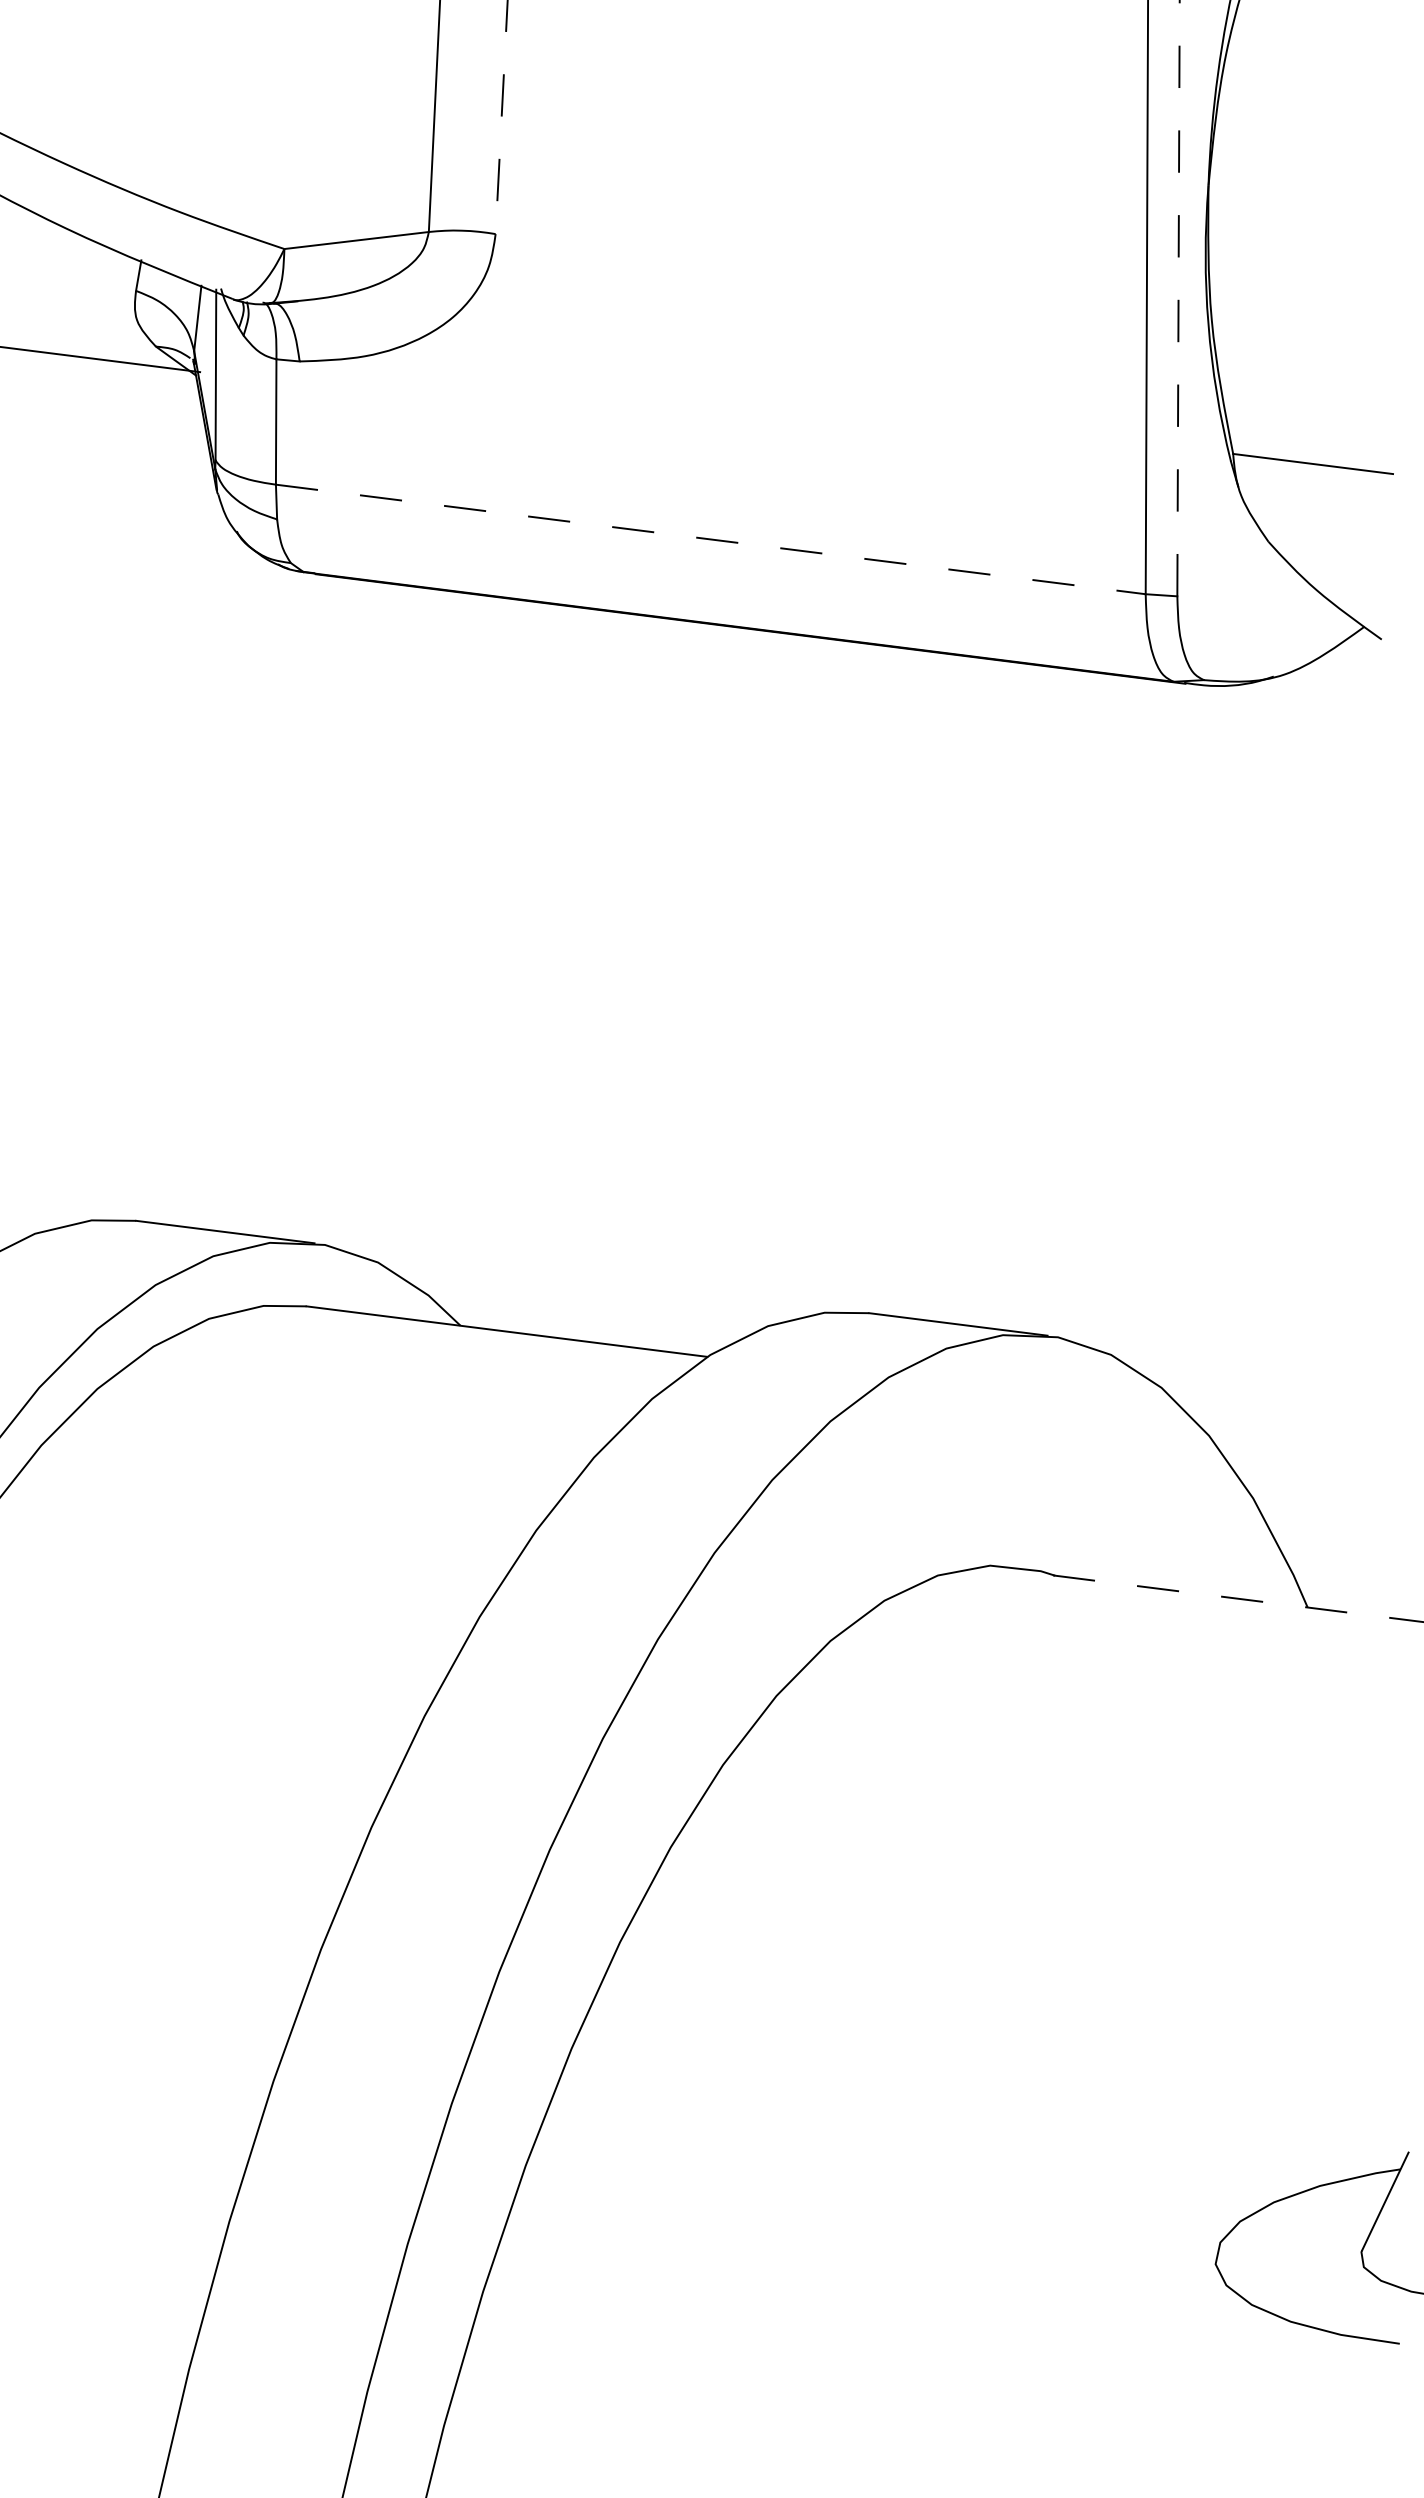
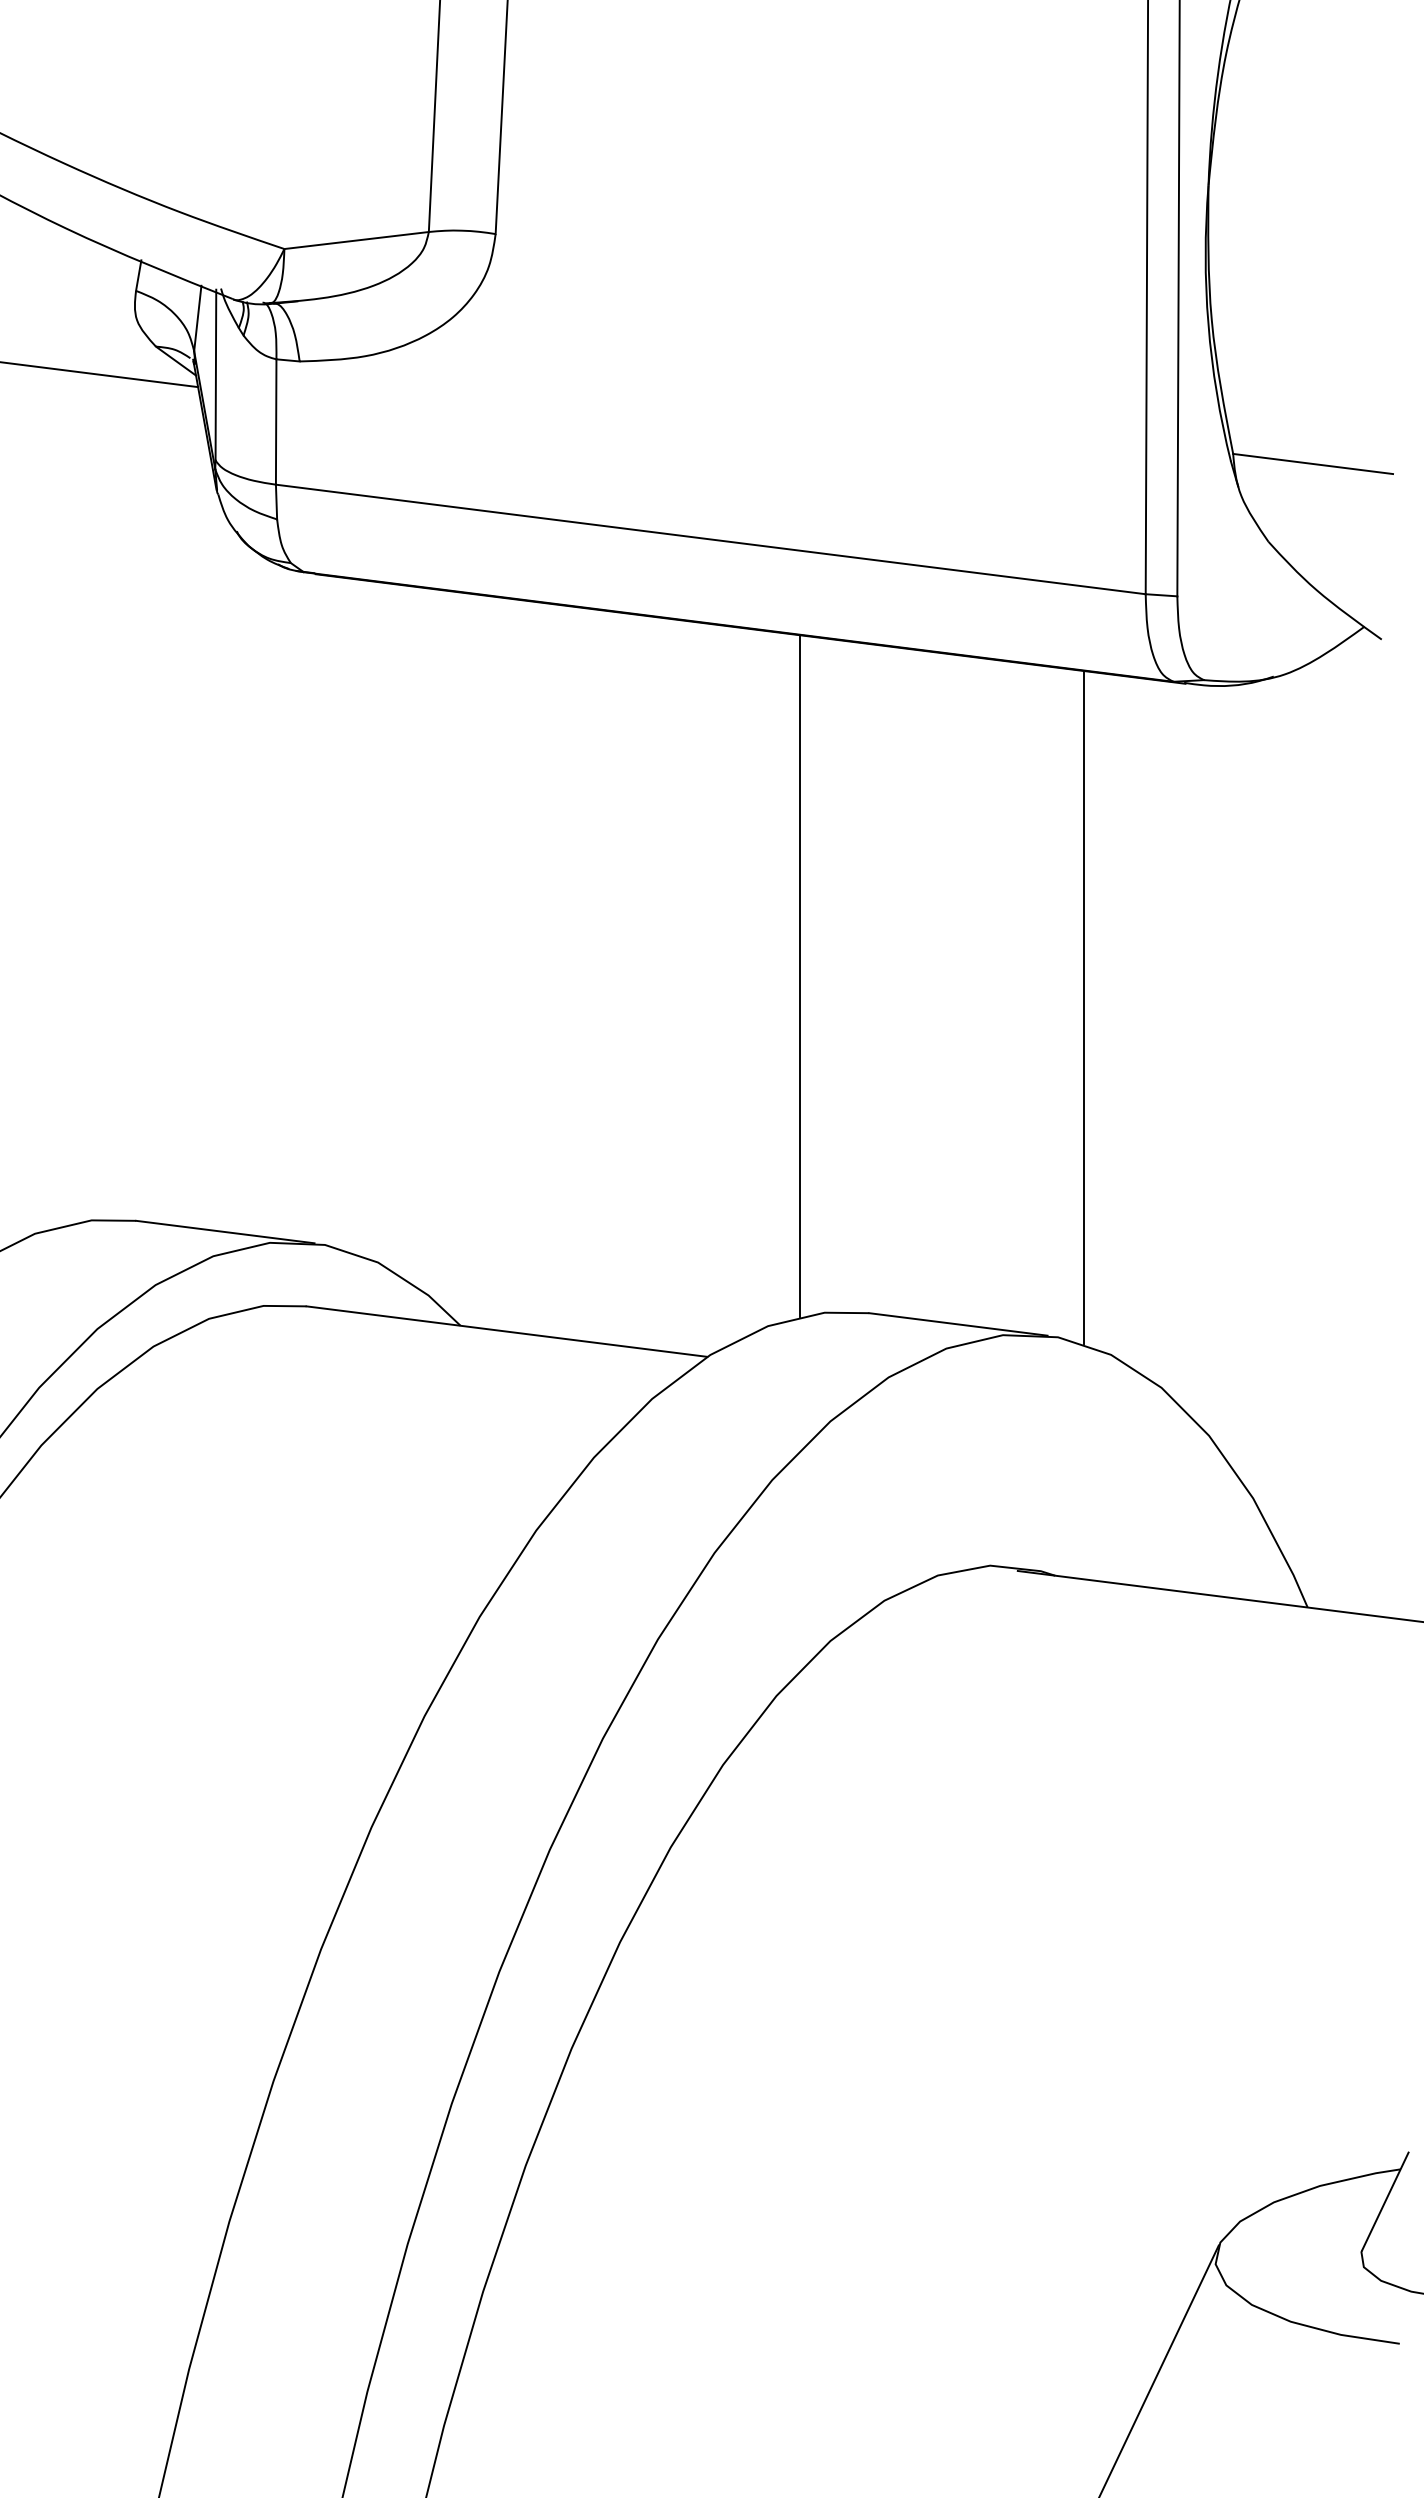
line at (501, 117): dashed -> solid
line at (1178, 298): dashed -> solid
line at (101, 359) position: (101, 359) -> (100, 374)
line at (711, 539): dashed -> solid
line at (800, 975): none -> present
line at (1084, 1007): none -> present
line at (1220, 1596): dashed -> solid
line at (1159, 2369): none -> present
